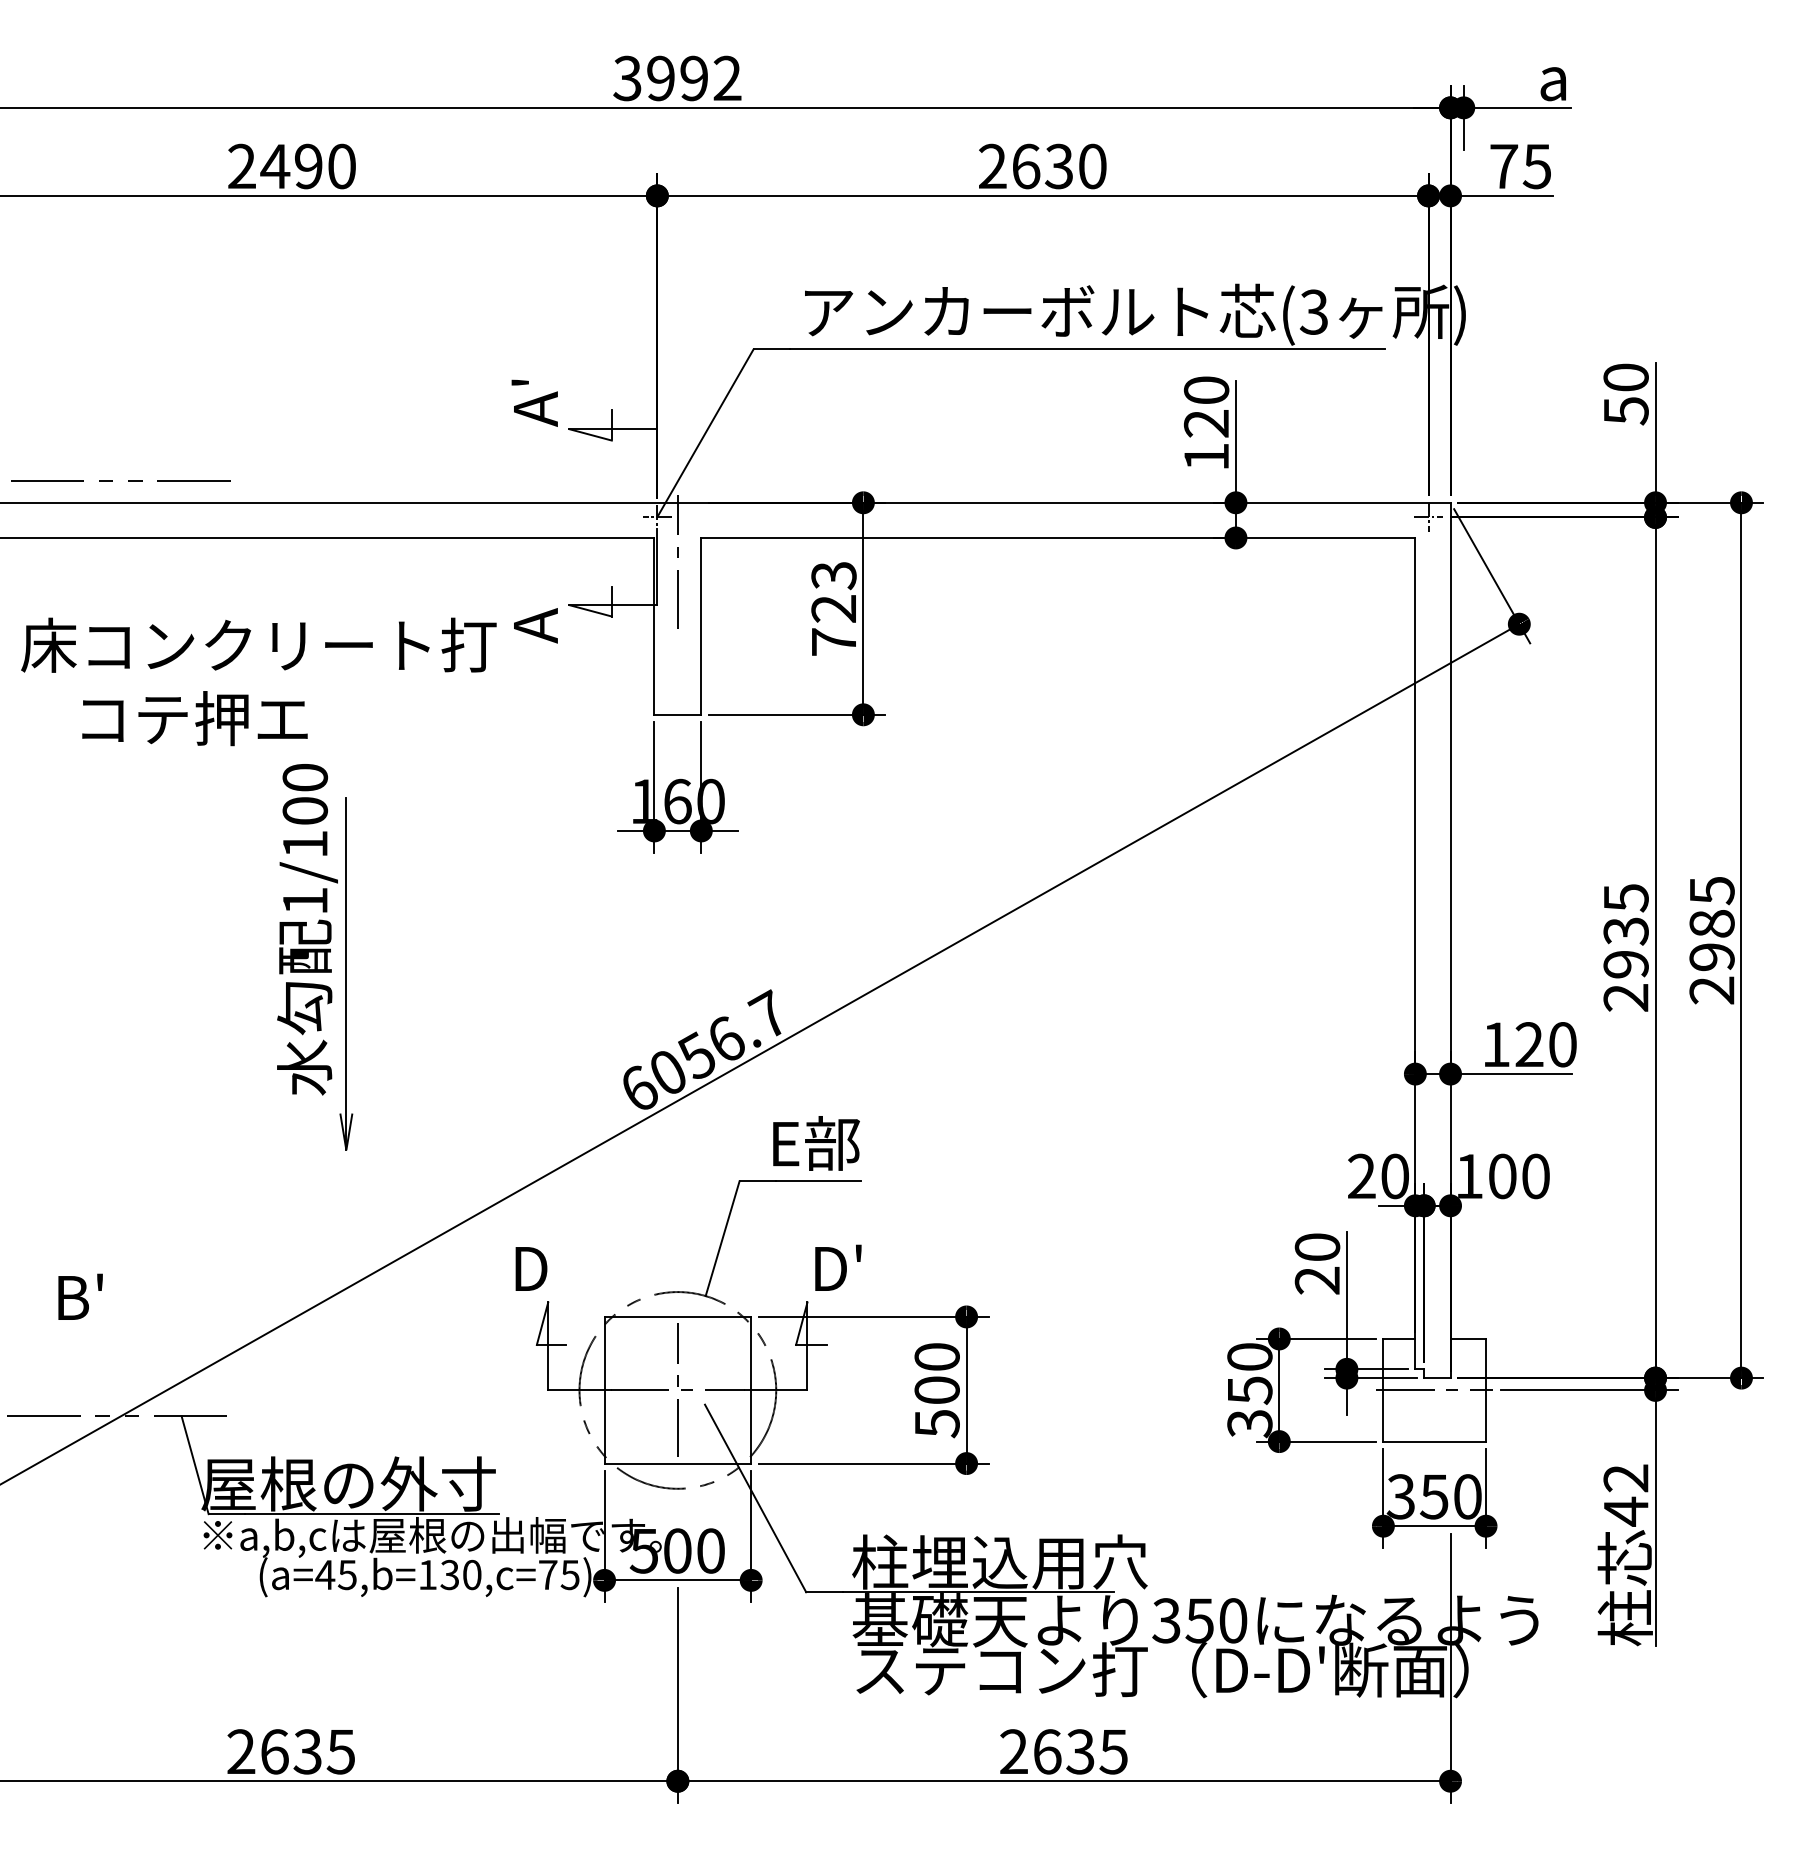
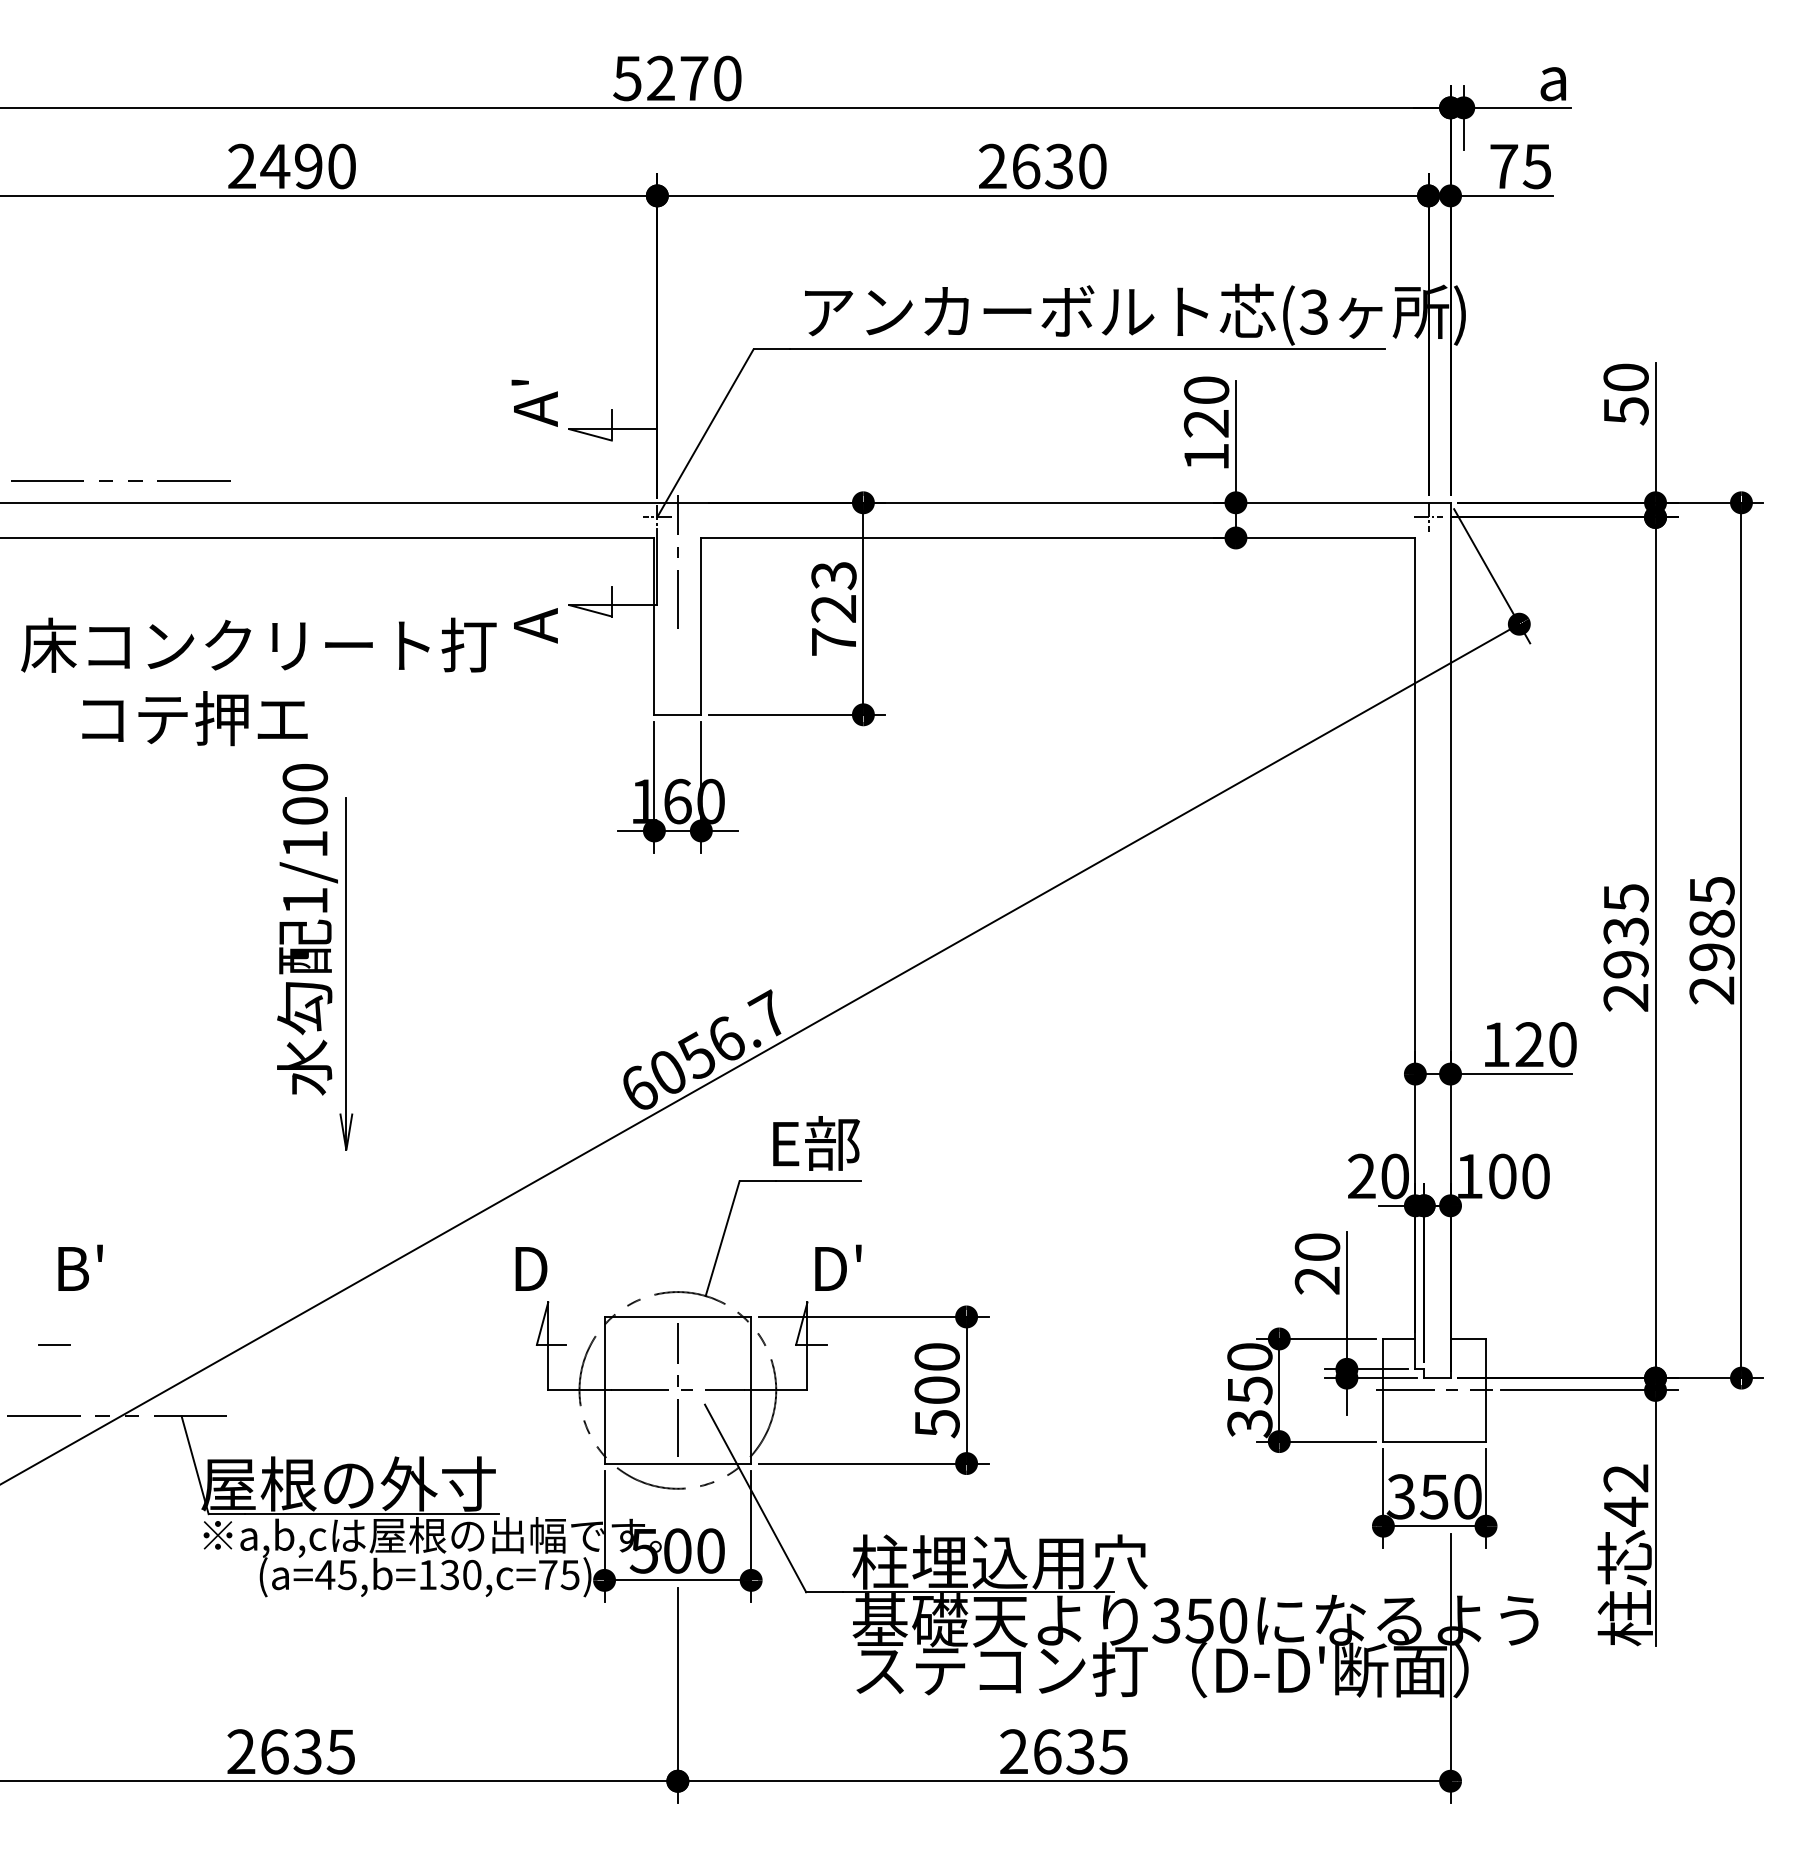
text at (677, 78): 3992 -> 5270
text at (80, 1296) position: (80, 1296) -> (80, 1267)
line at (54, 1344): none -> present
